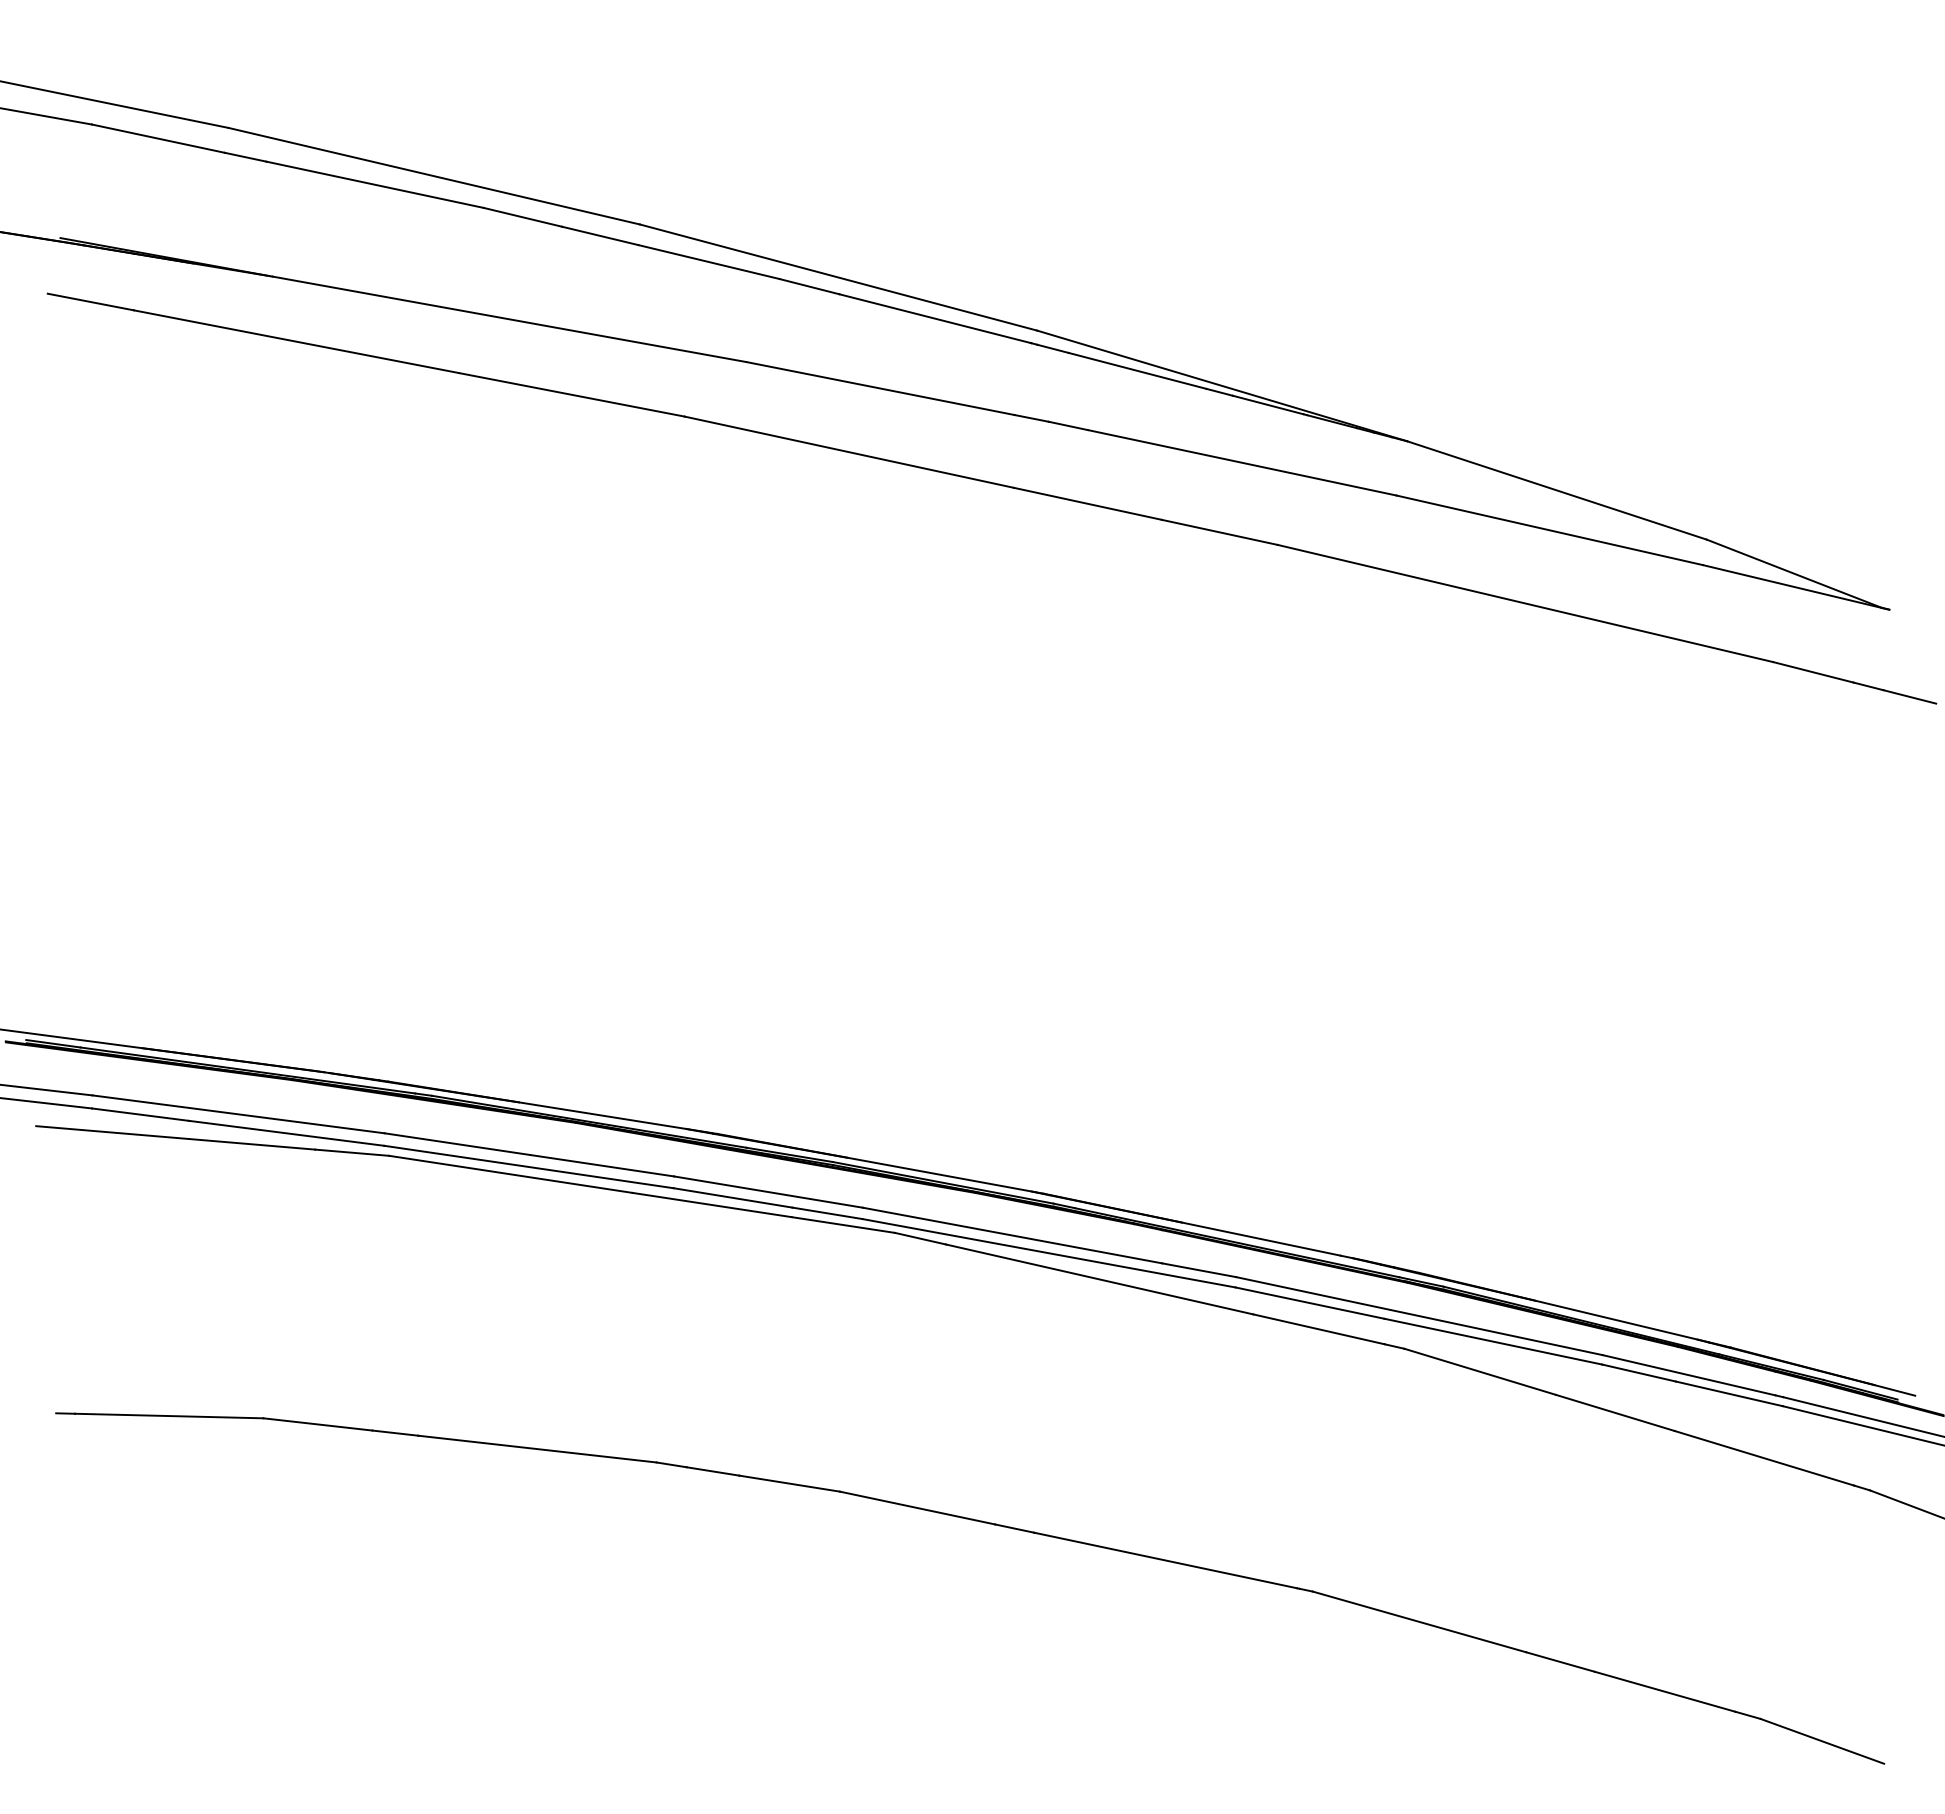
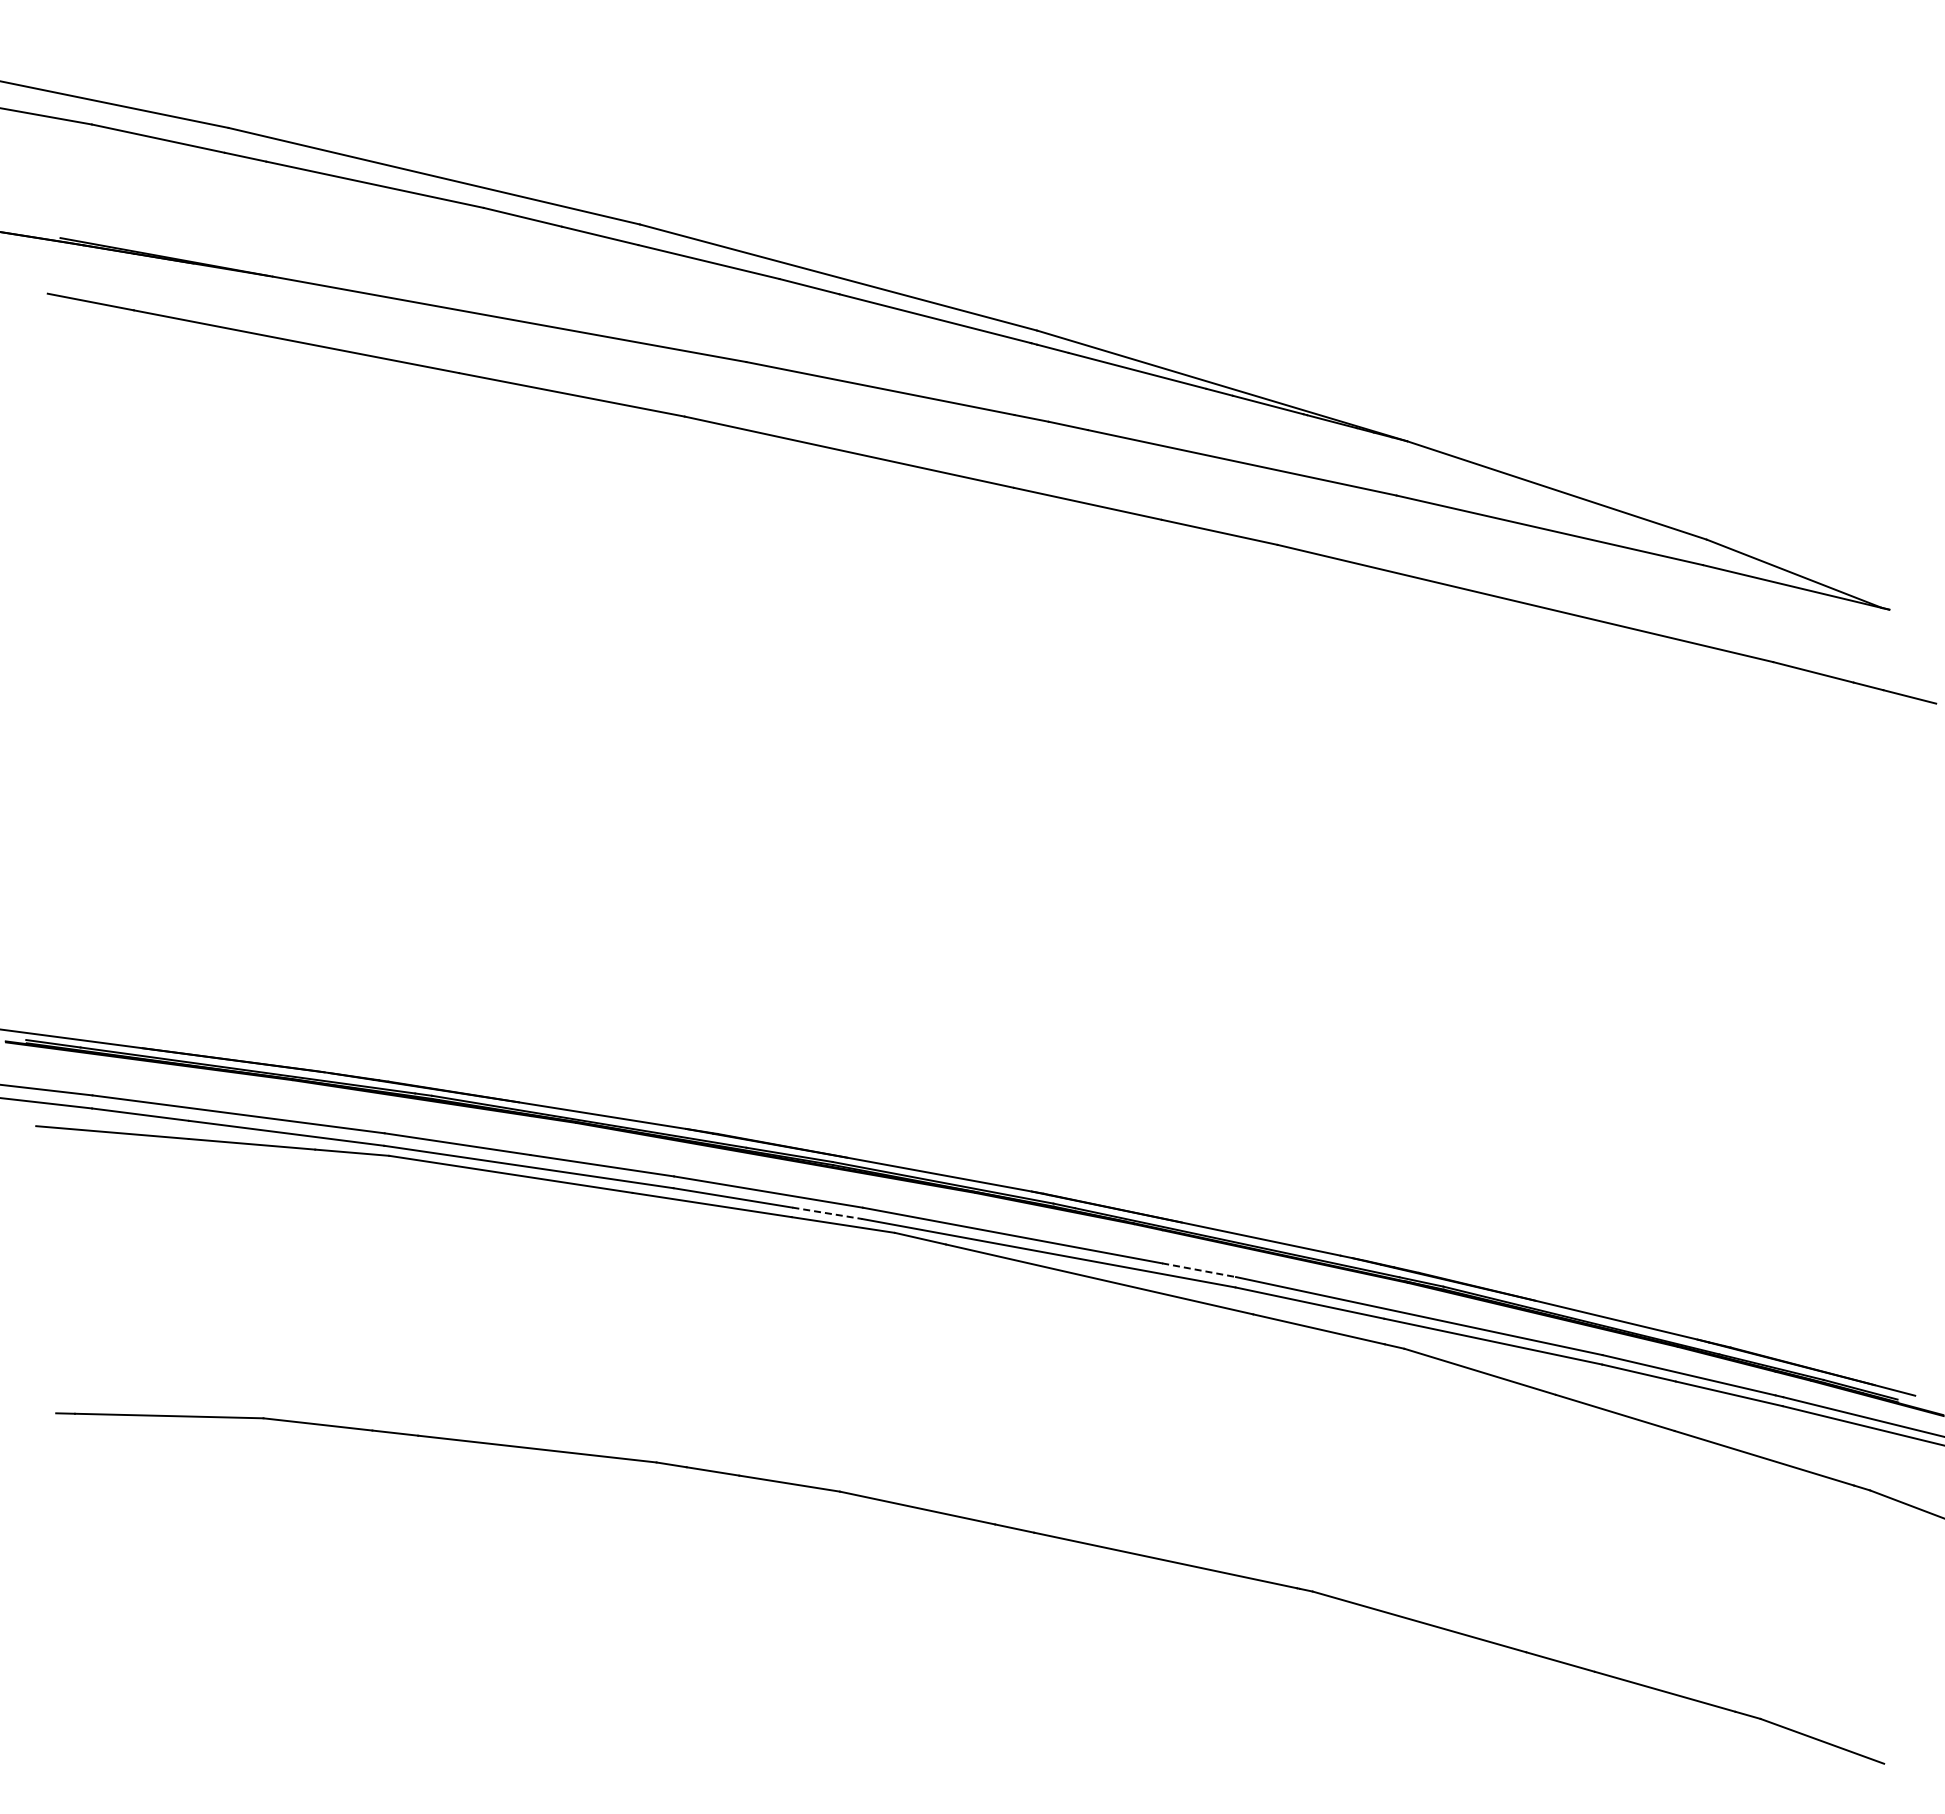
line at (827, 1213): solid -> dashed
line at (1199, 1270): solid -> dashed
